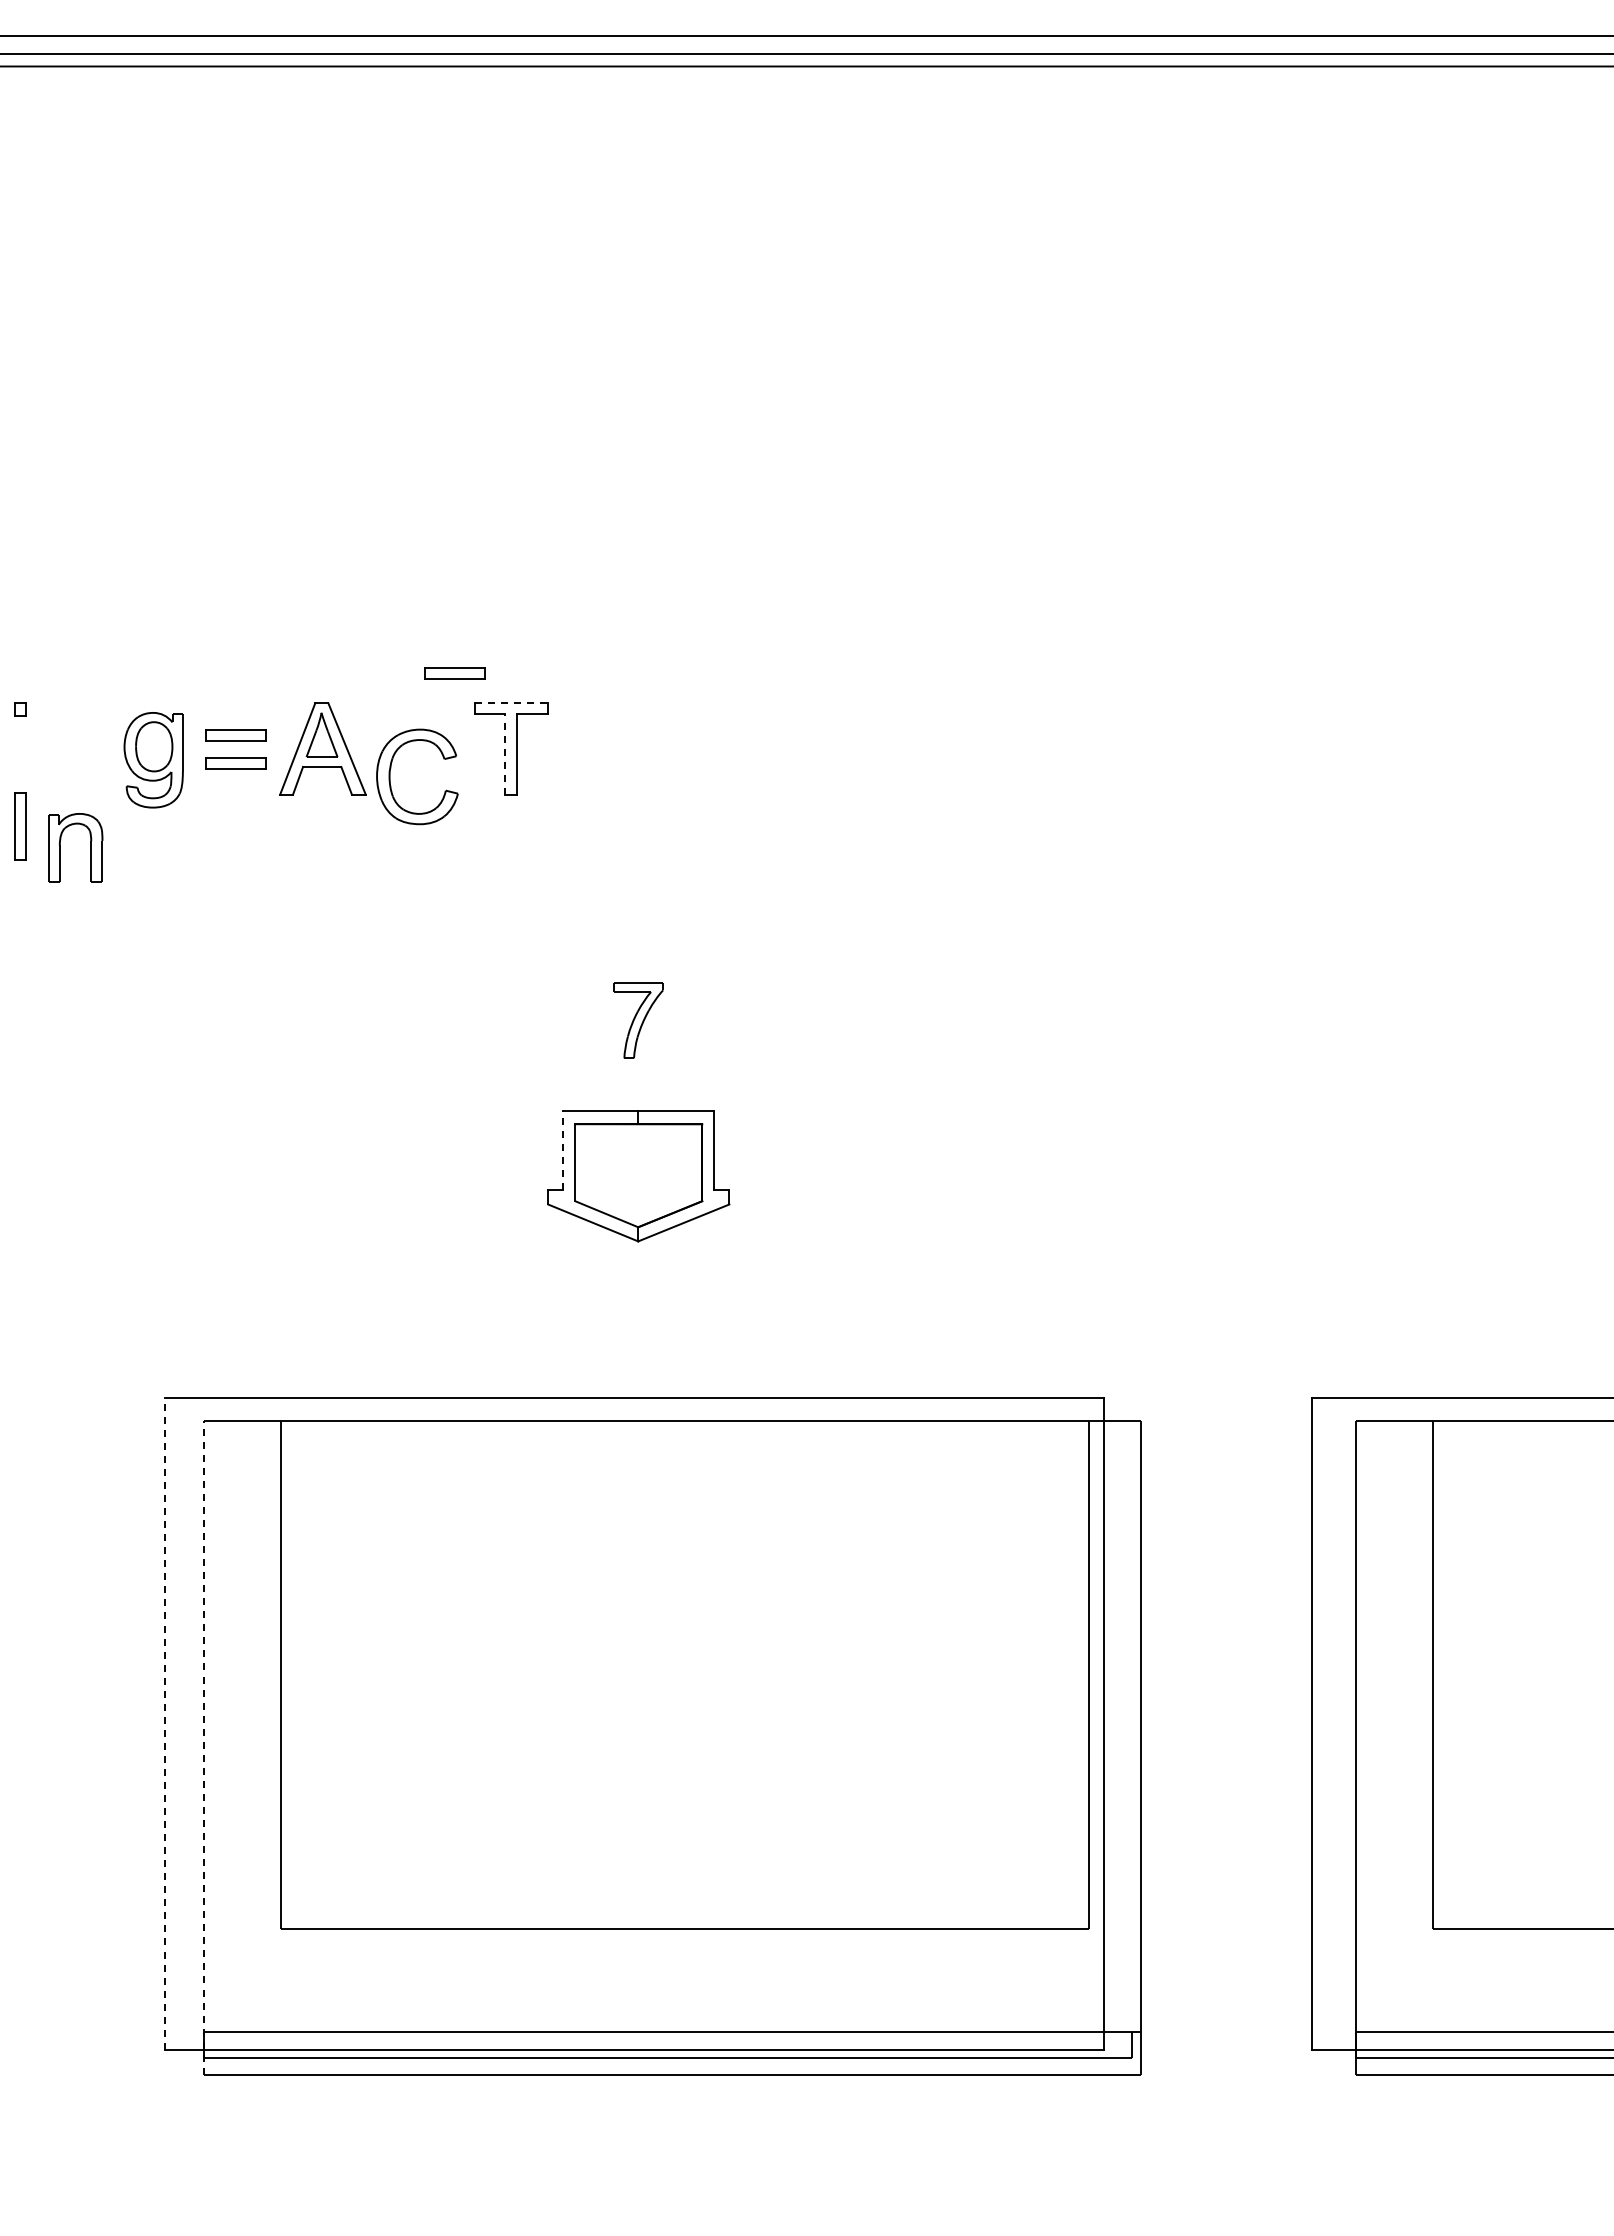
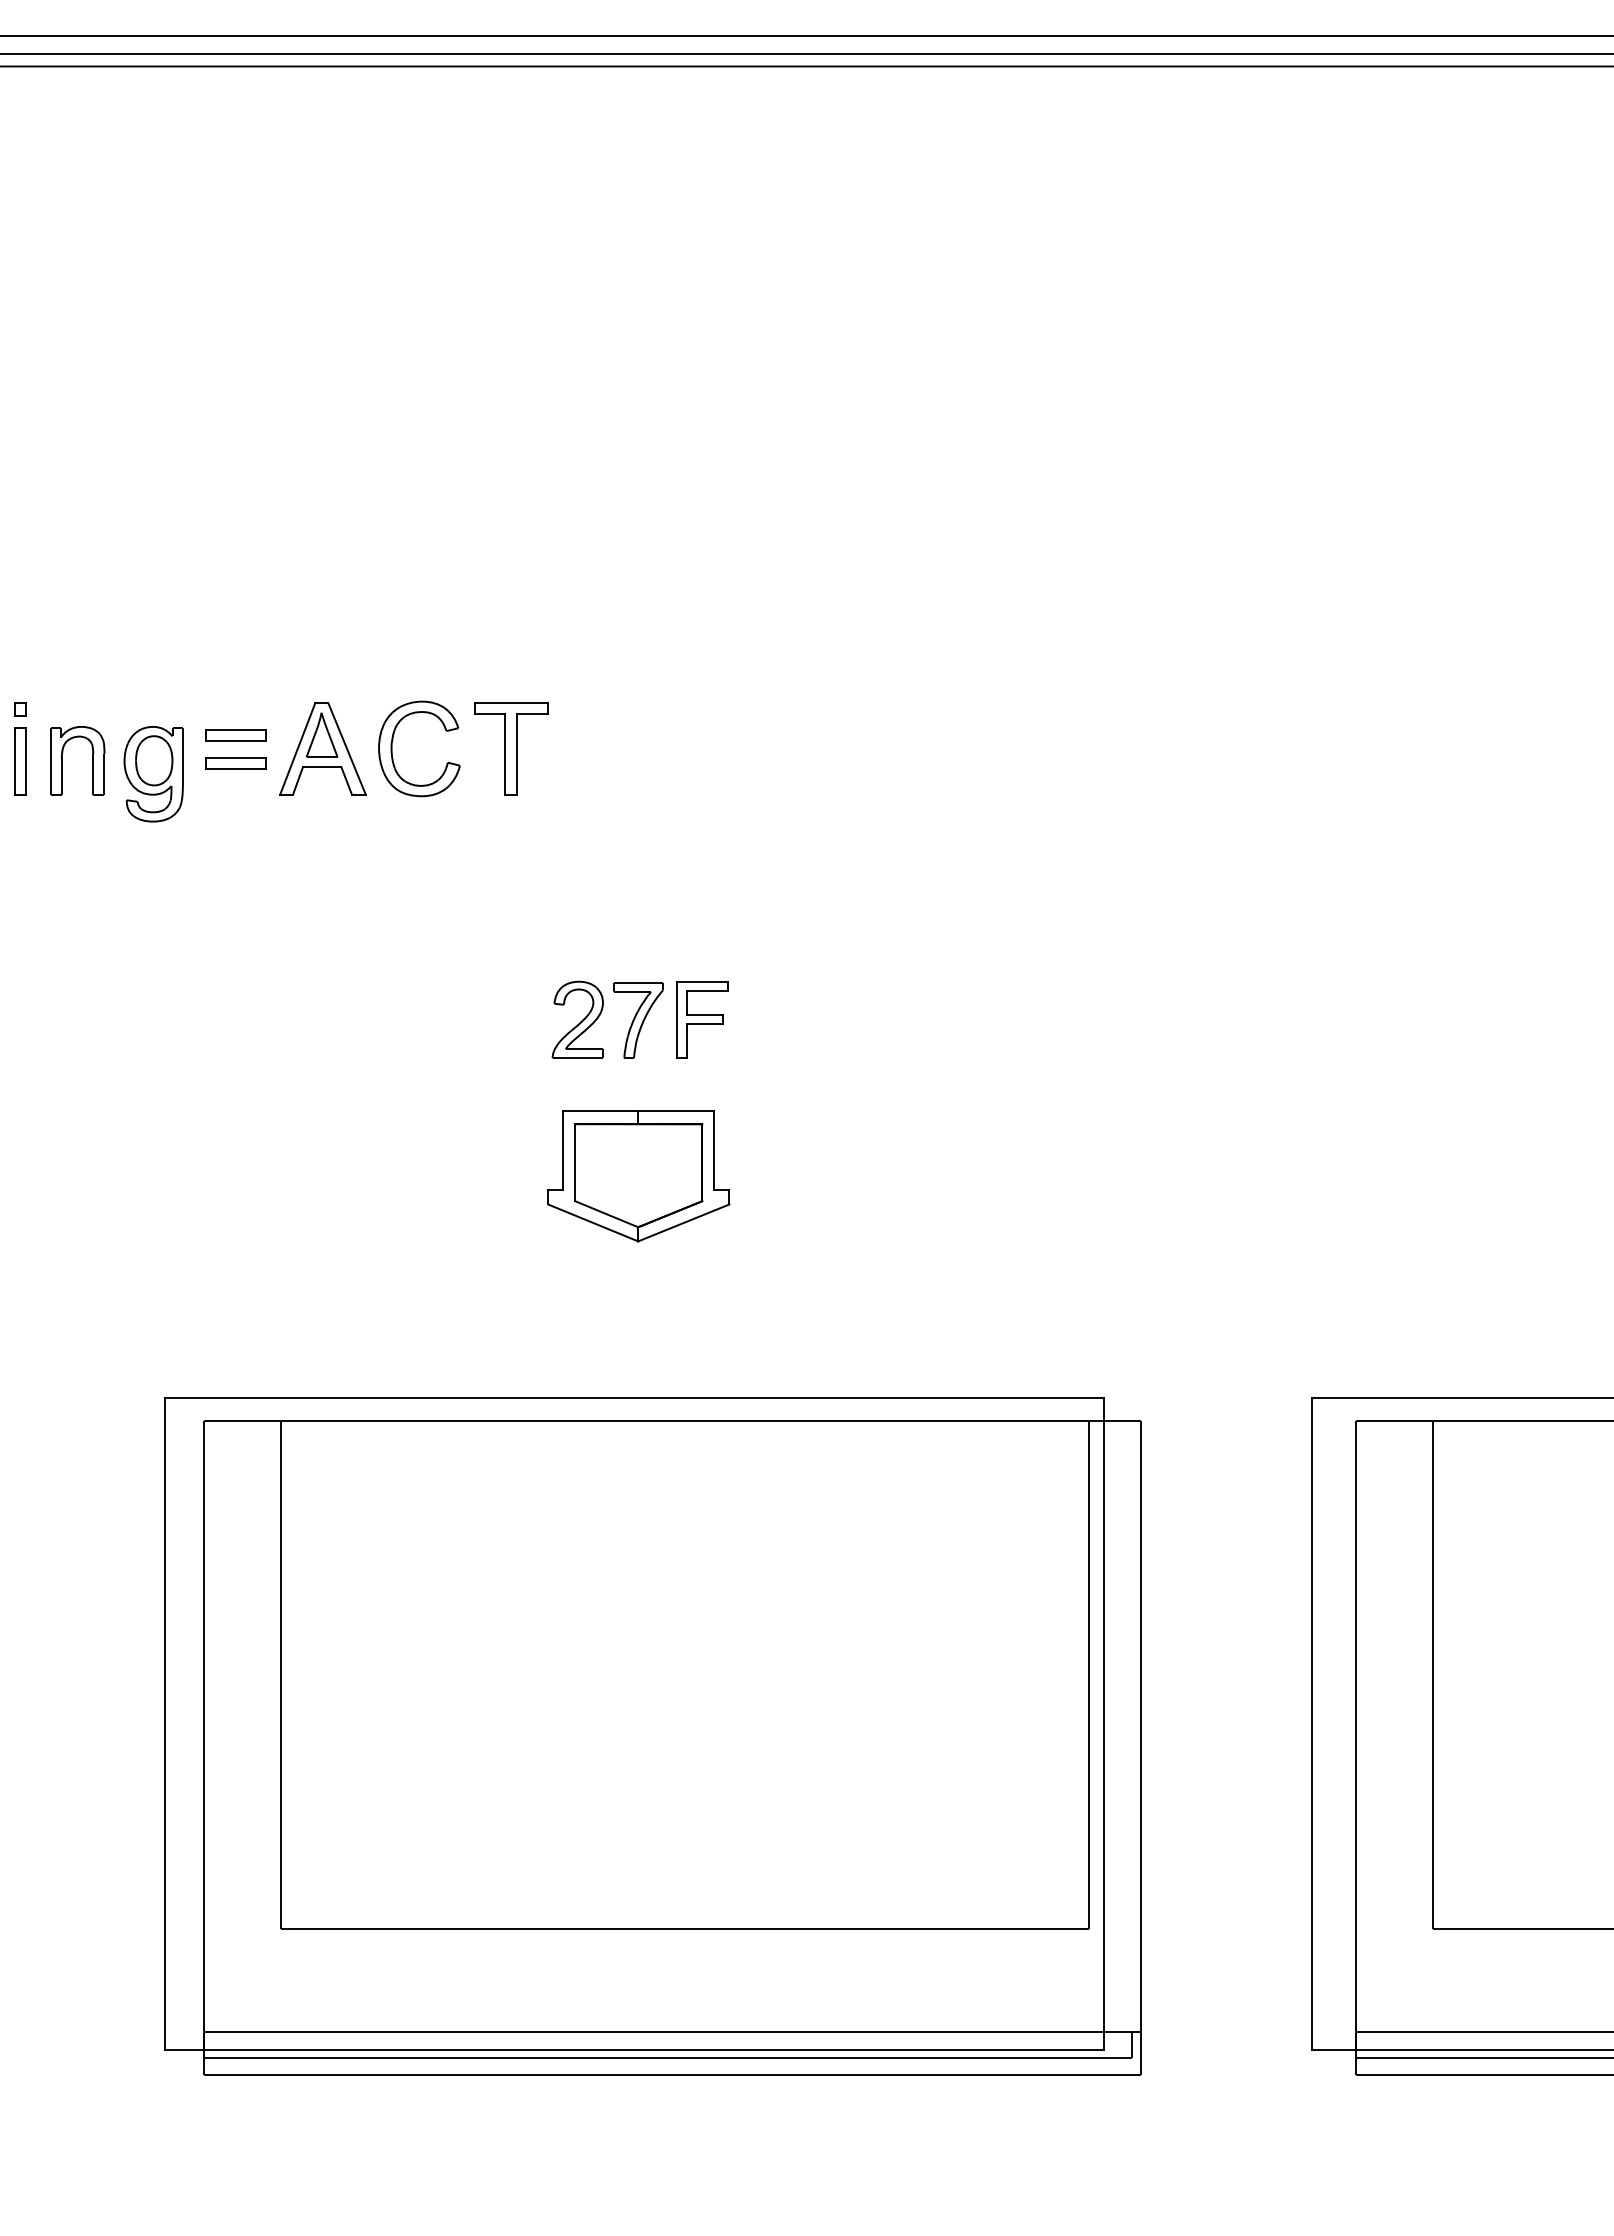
part at (454, 673): present -> none
line at (511, 703): dashed -> solid
line at (505, 753): dashed -> solid
part at (153, 760) position: (153, 760) -> (153, 774)
part at (390, 776) position: (390, 776) -> (392, 748)
part at (20, 826) position: (20, 826) -> (20, 761)
part at (60, 847) position: (60, 847) -> (62, 760)
part at (577, 1019): none -> present
part at (702, 1019): none -> present
line at (563, 1150): dashed -> solid
line at (164, 1723): dashed -> solid
line at (203, 1747): dashed -> solid
